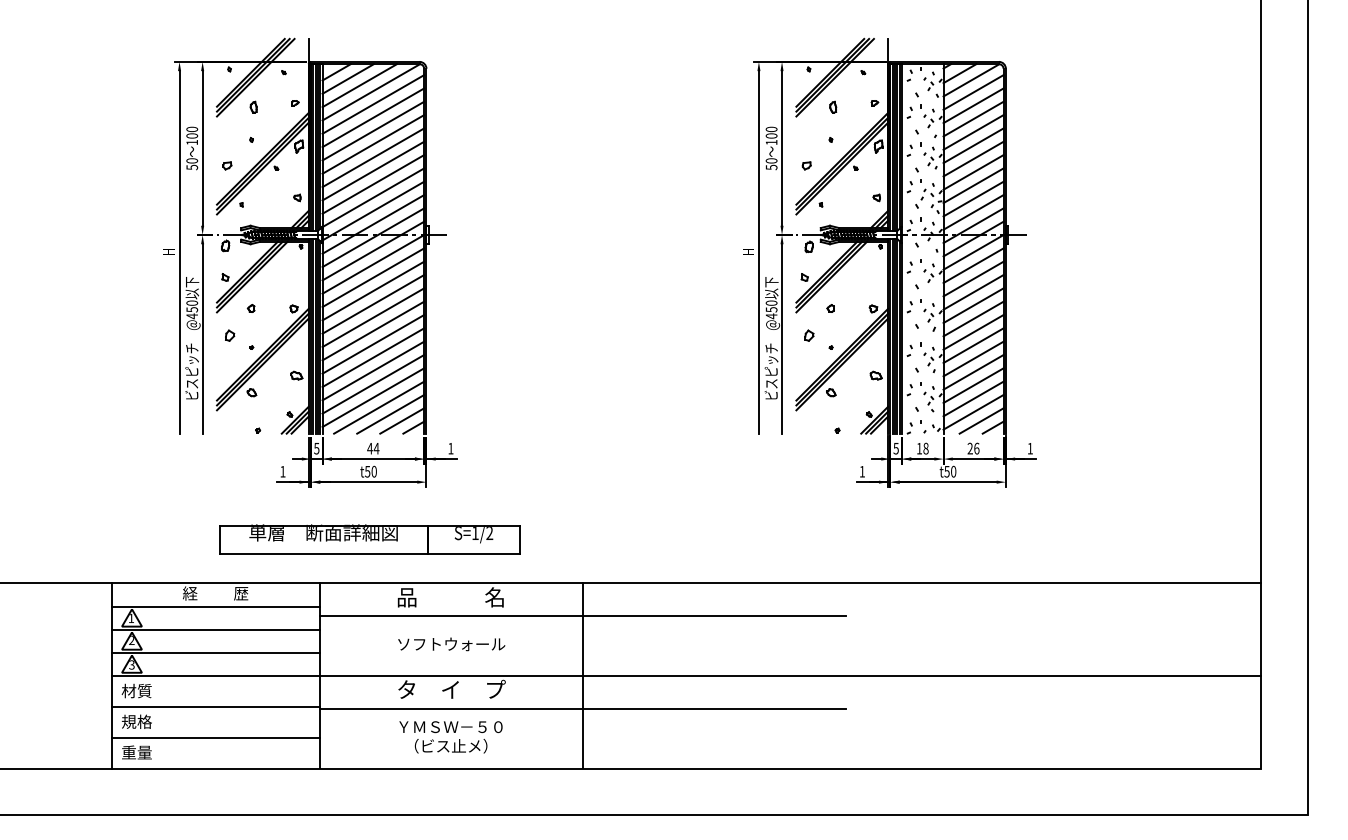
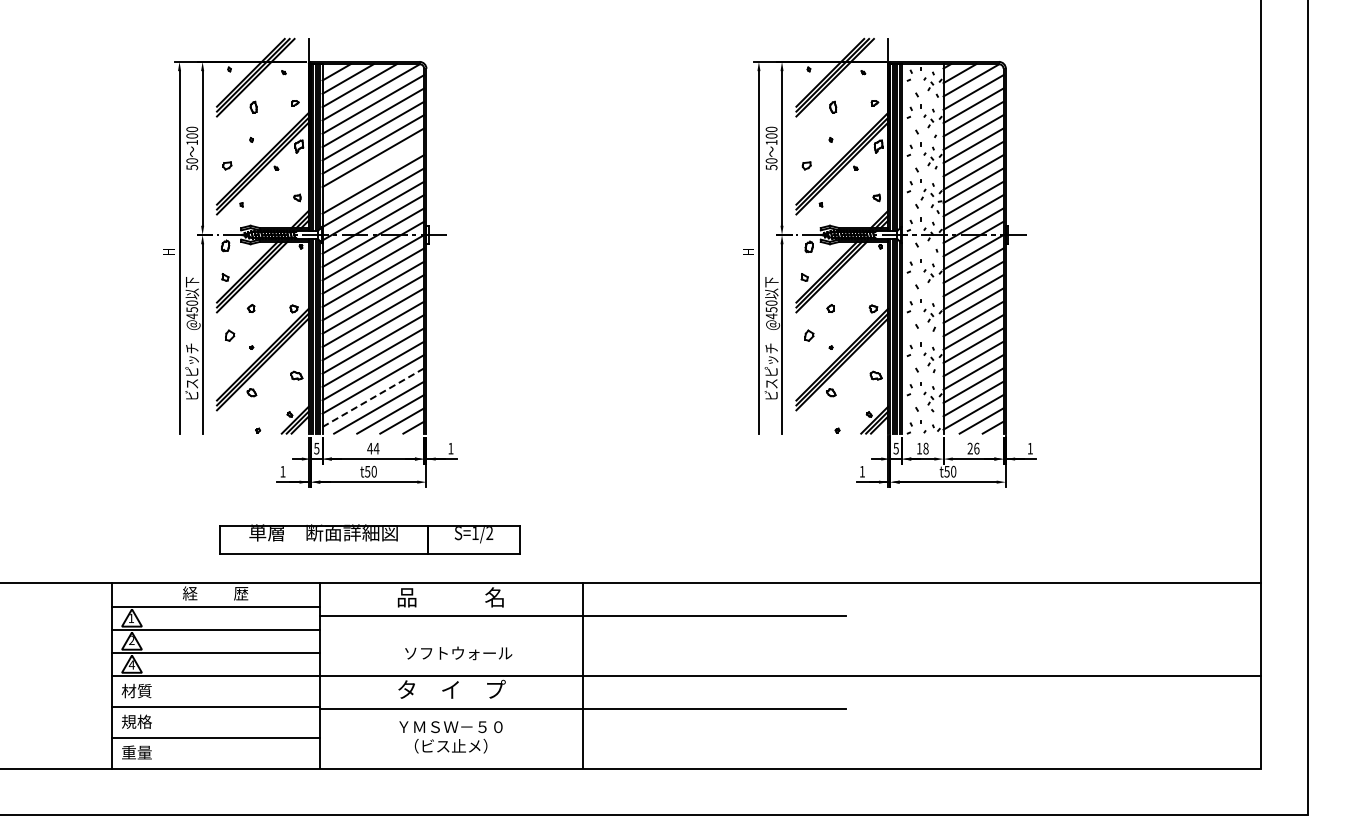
line at (373, 170): present -> none
line at (373, 397): solid -> dashed
text at (451, 644) position: (451, 644) -> (458, 653)
text at (131, 664): 3 -> 4
